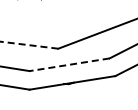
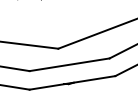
line at (29, 45): dashed -> solid
line at (69, 64): dashed -> solid
